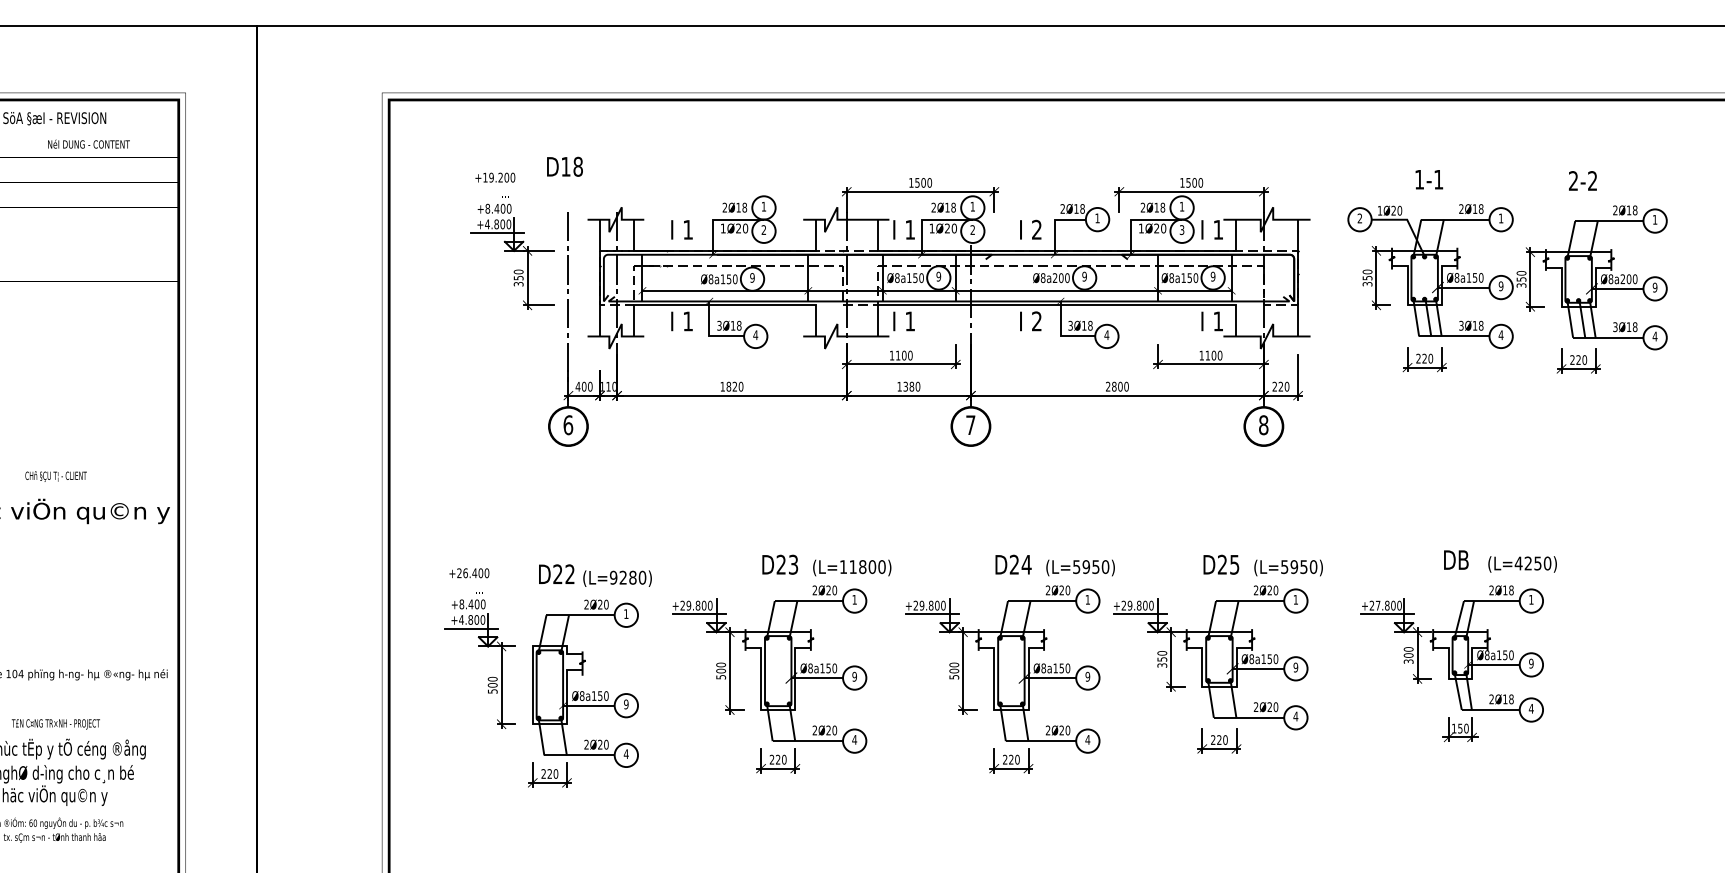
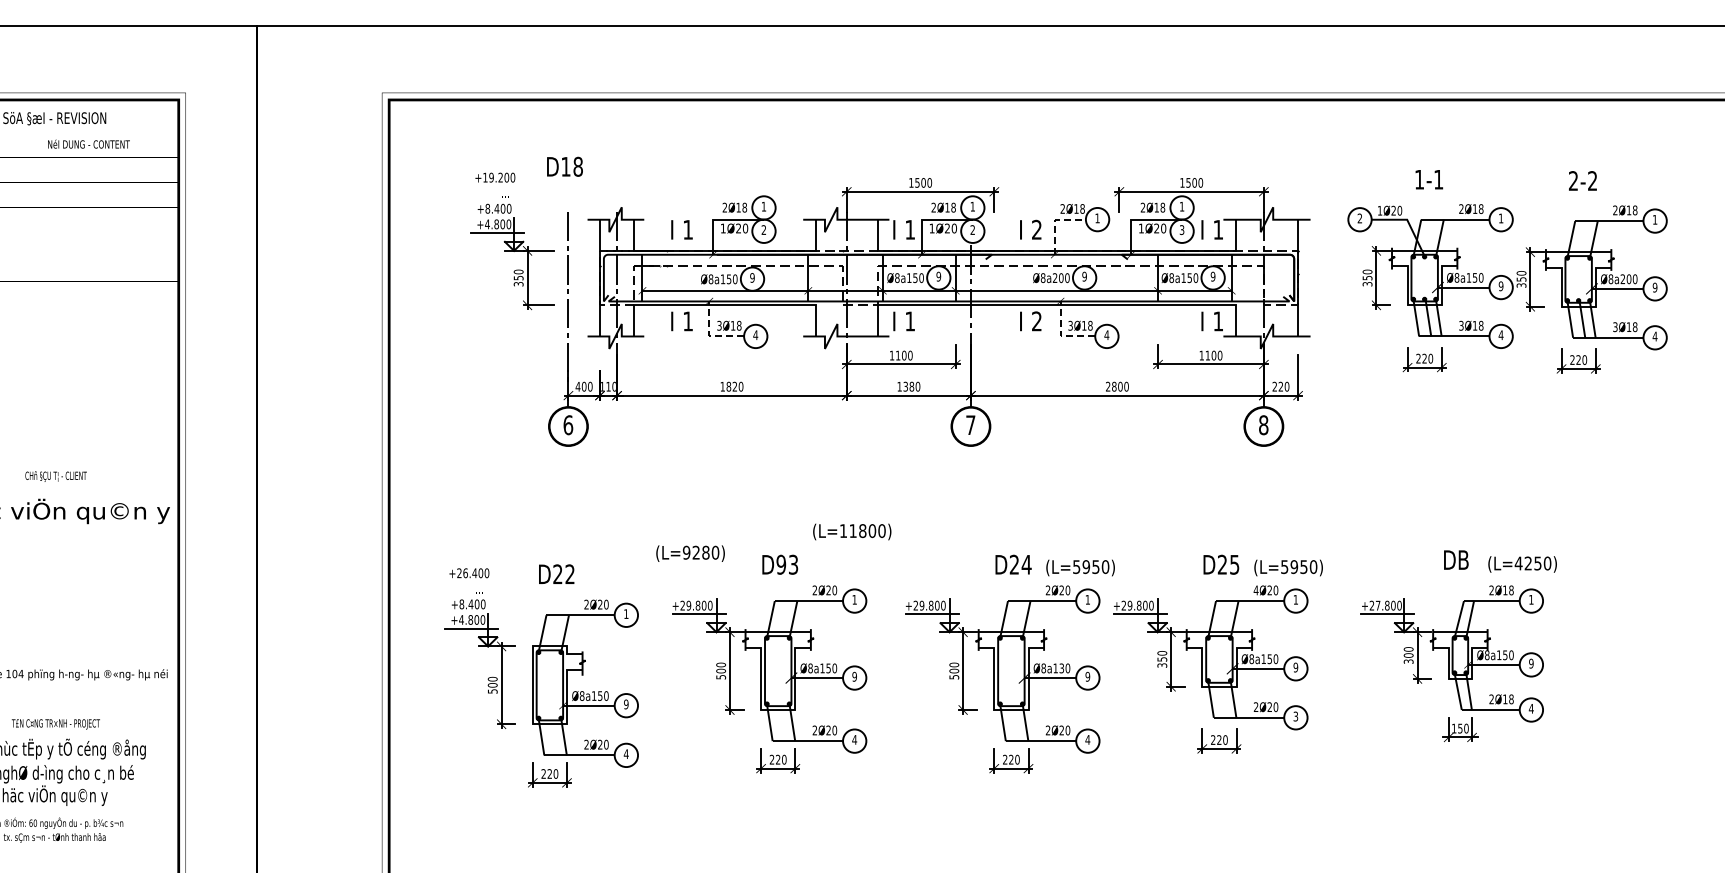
line at (1054, 220): solid -> dashed
line at (709, 336): solid -> dashed
line at (1060, 336): solid -> dashed
text at (781, 564): D23 -> D93
text at (852, 567) position: (852, 567) -> (852, 531)
text at (617, 578) position: (617, 578) -> (690, 553)
text at (1255, 590): 2Ø20 -> 4Ø20
text at (1061, 667): Ø8a150 -> Ø8a130
text at (1295, 716): 4 -> 3
